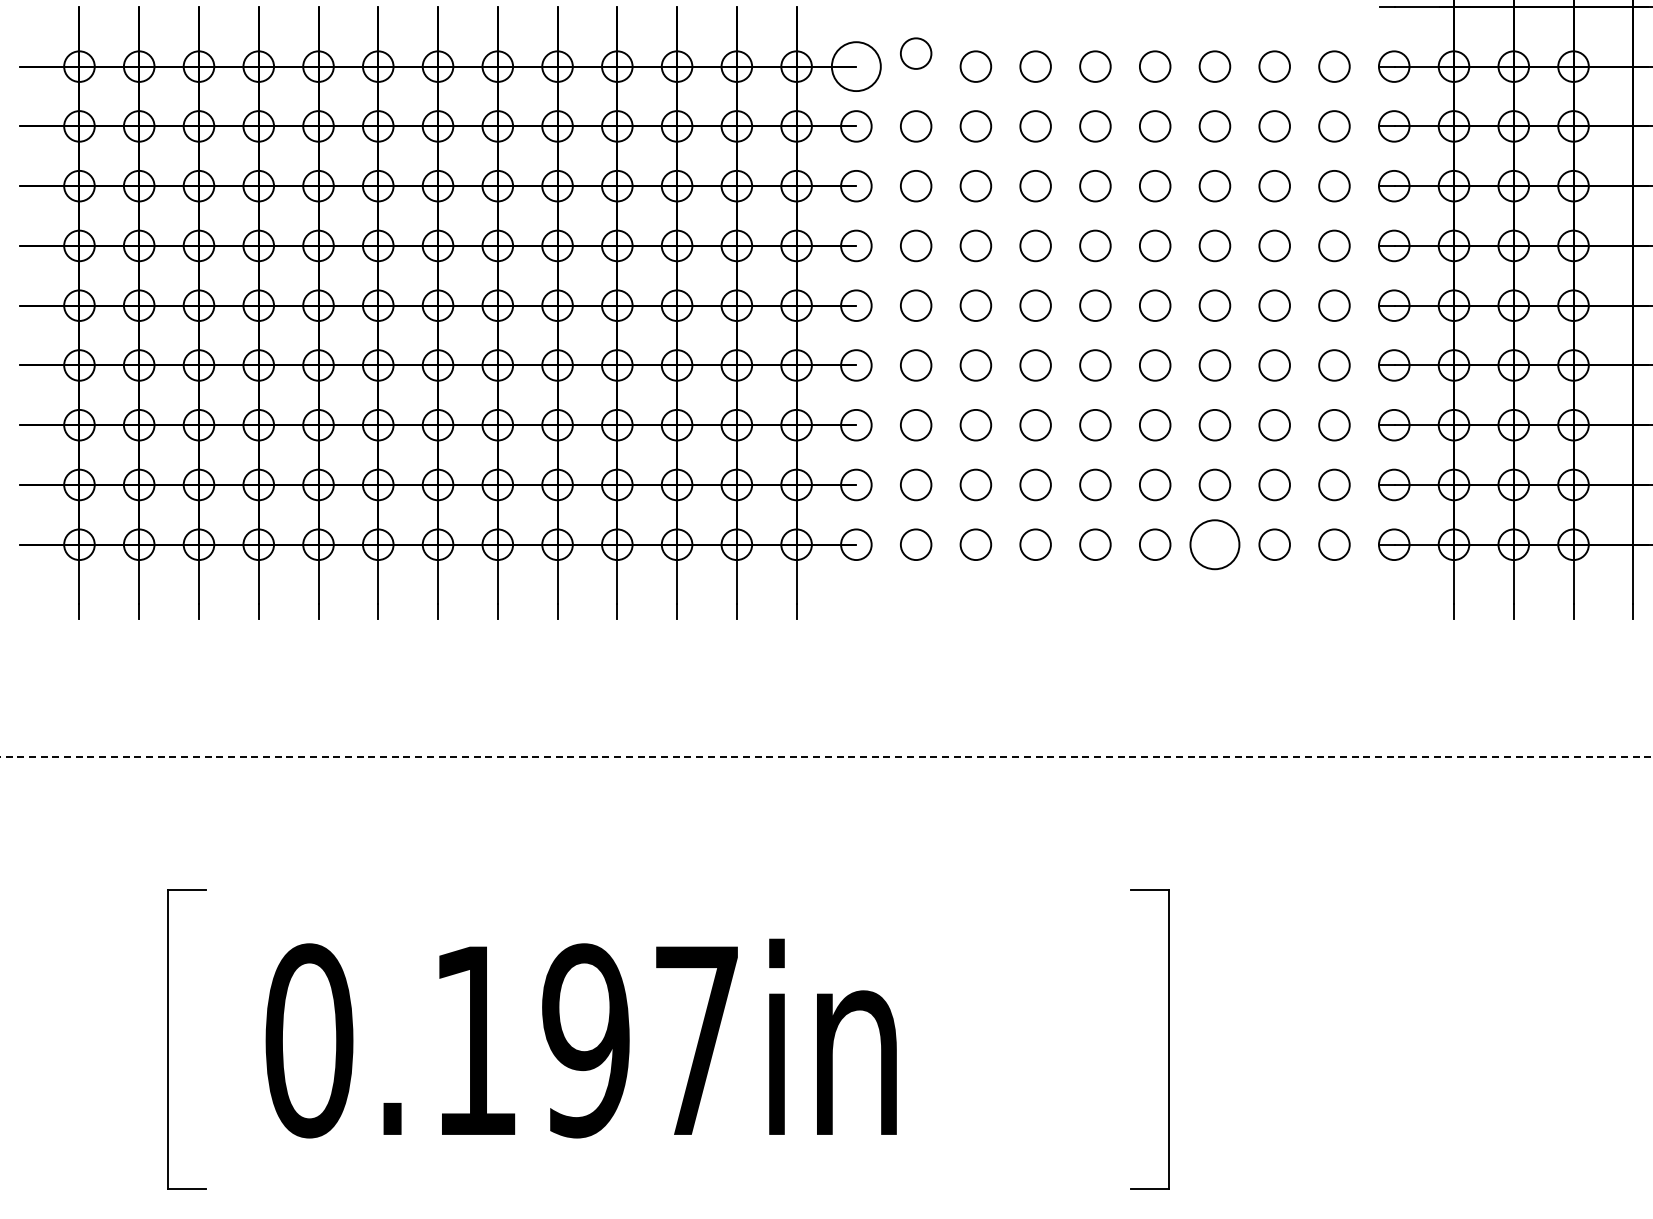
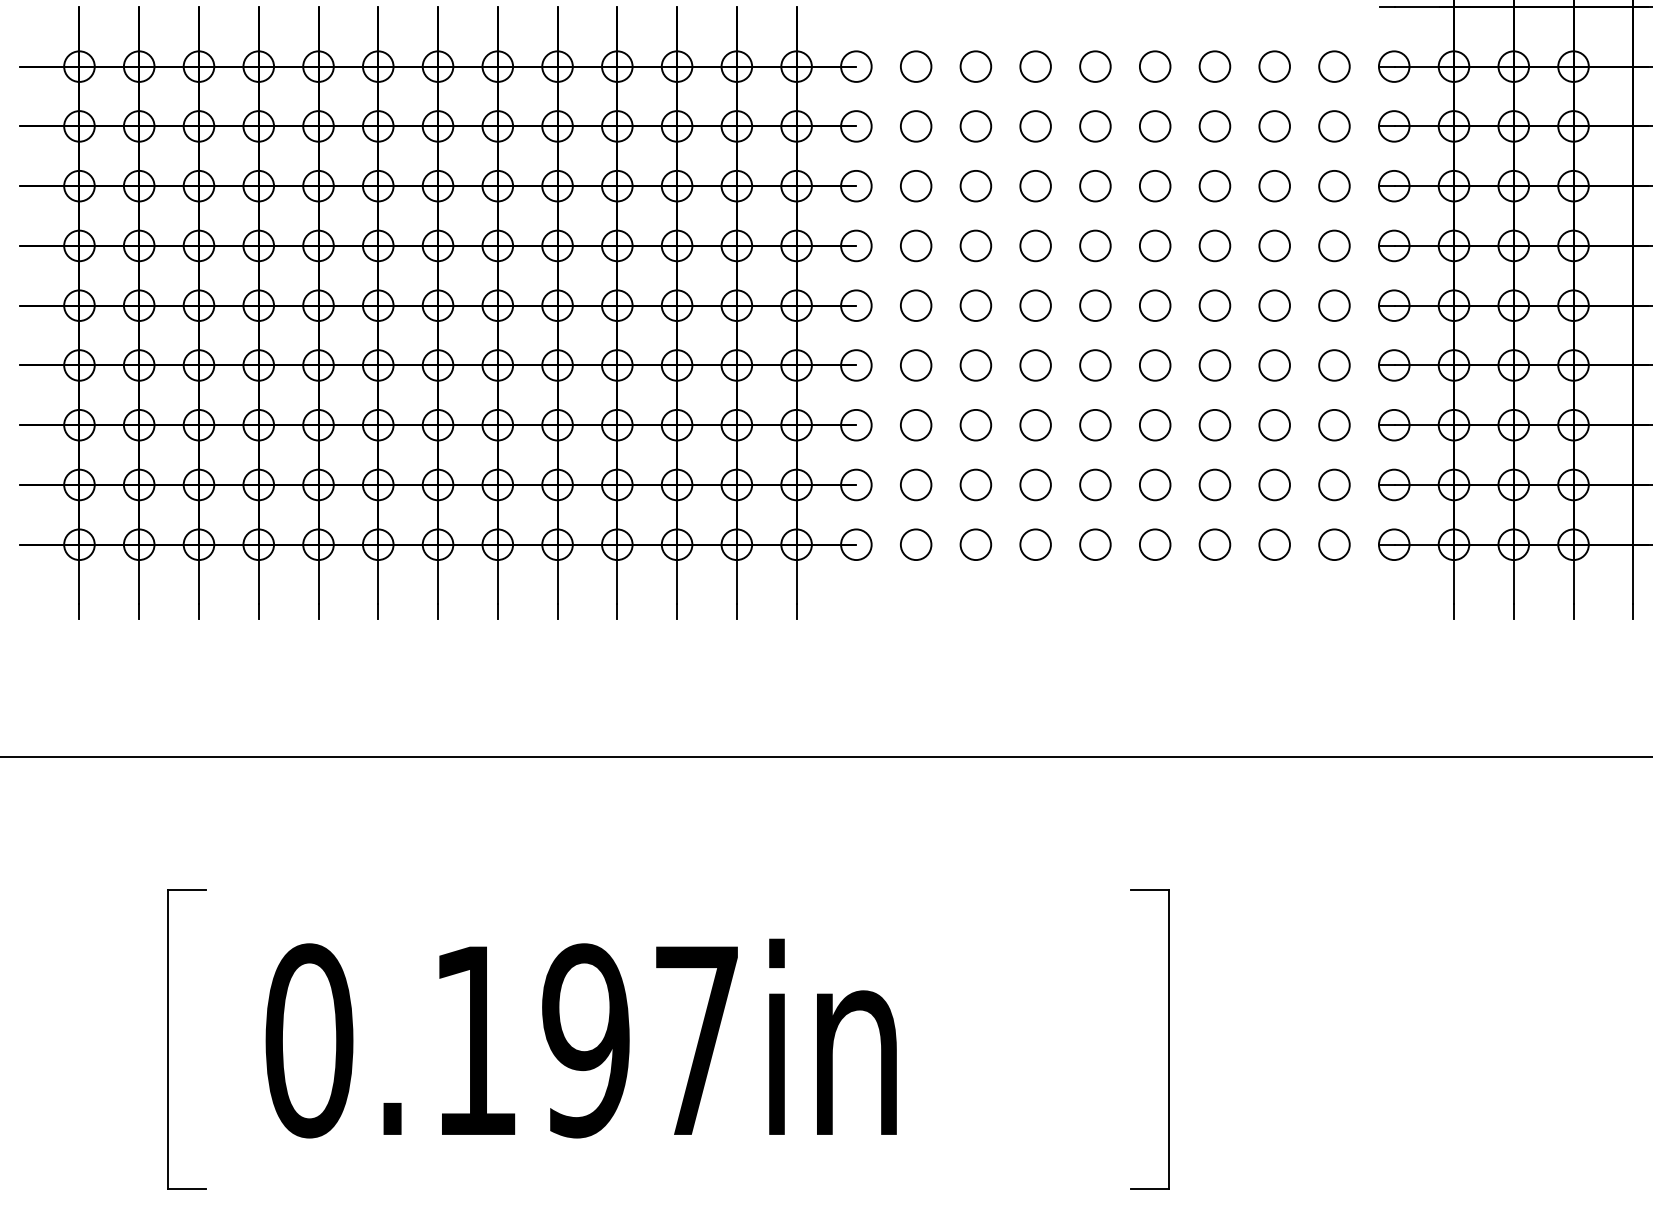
circle at (916, 53) position: (916, 53) -> (916, 66)
circle at (855, 66) diameter: 49 px -> 31 px
circle at (1214, 544) diameter: 49 px -> 31 px
line at (826, 756): dashed -> solid
